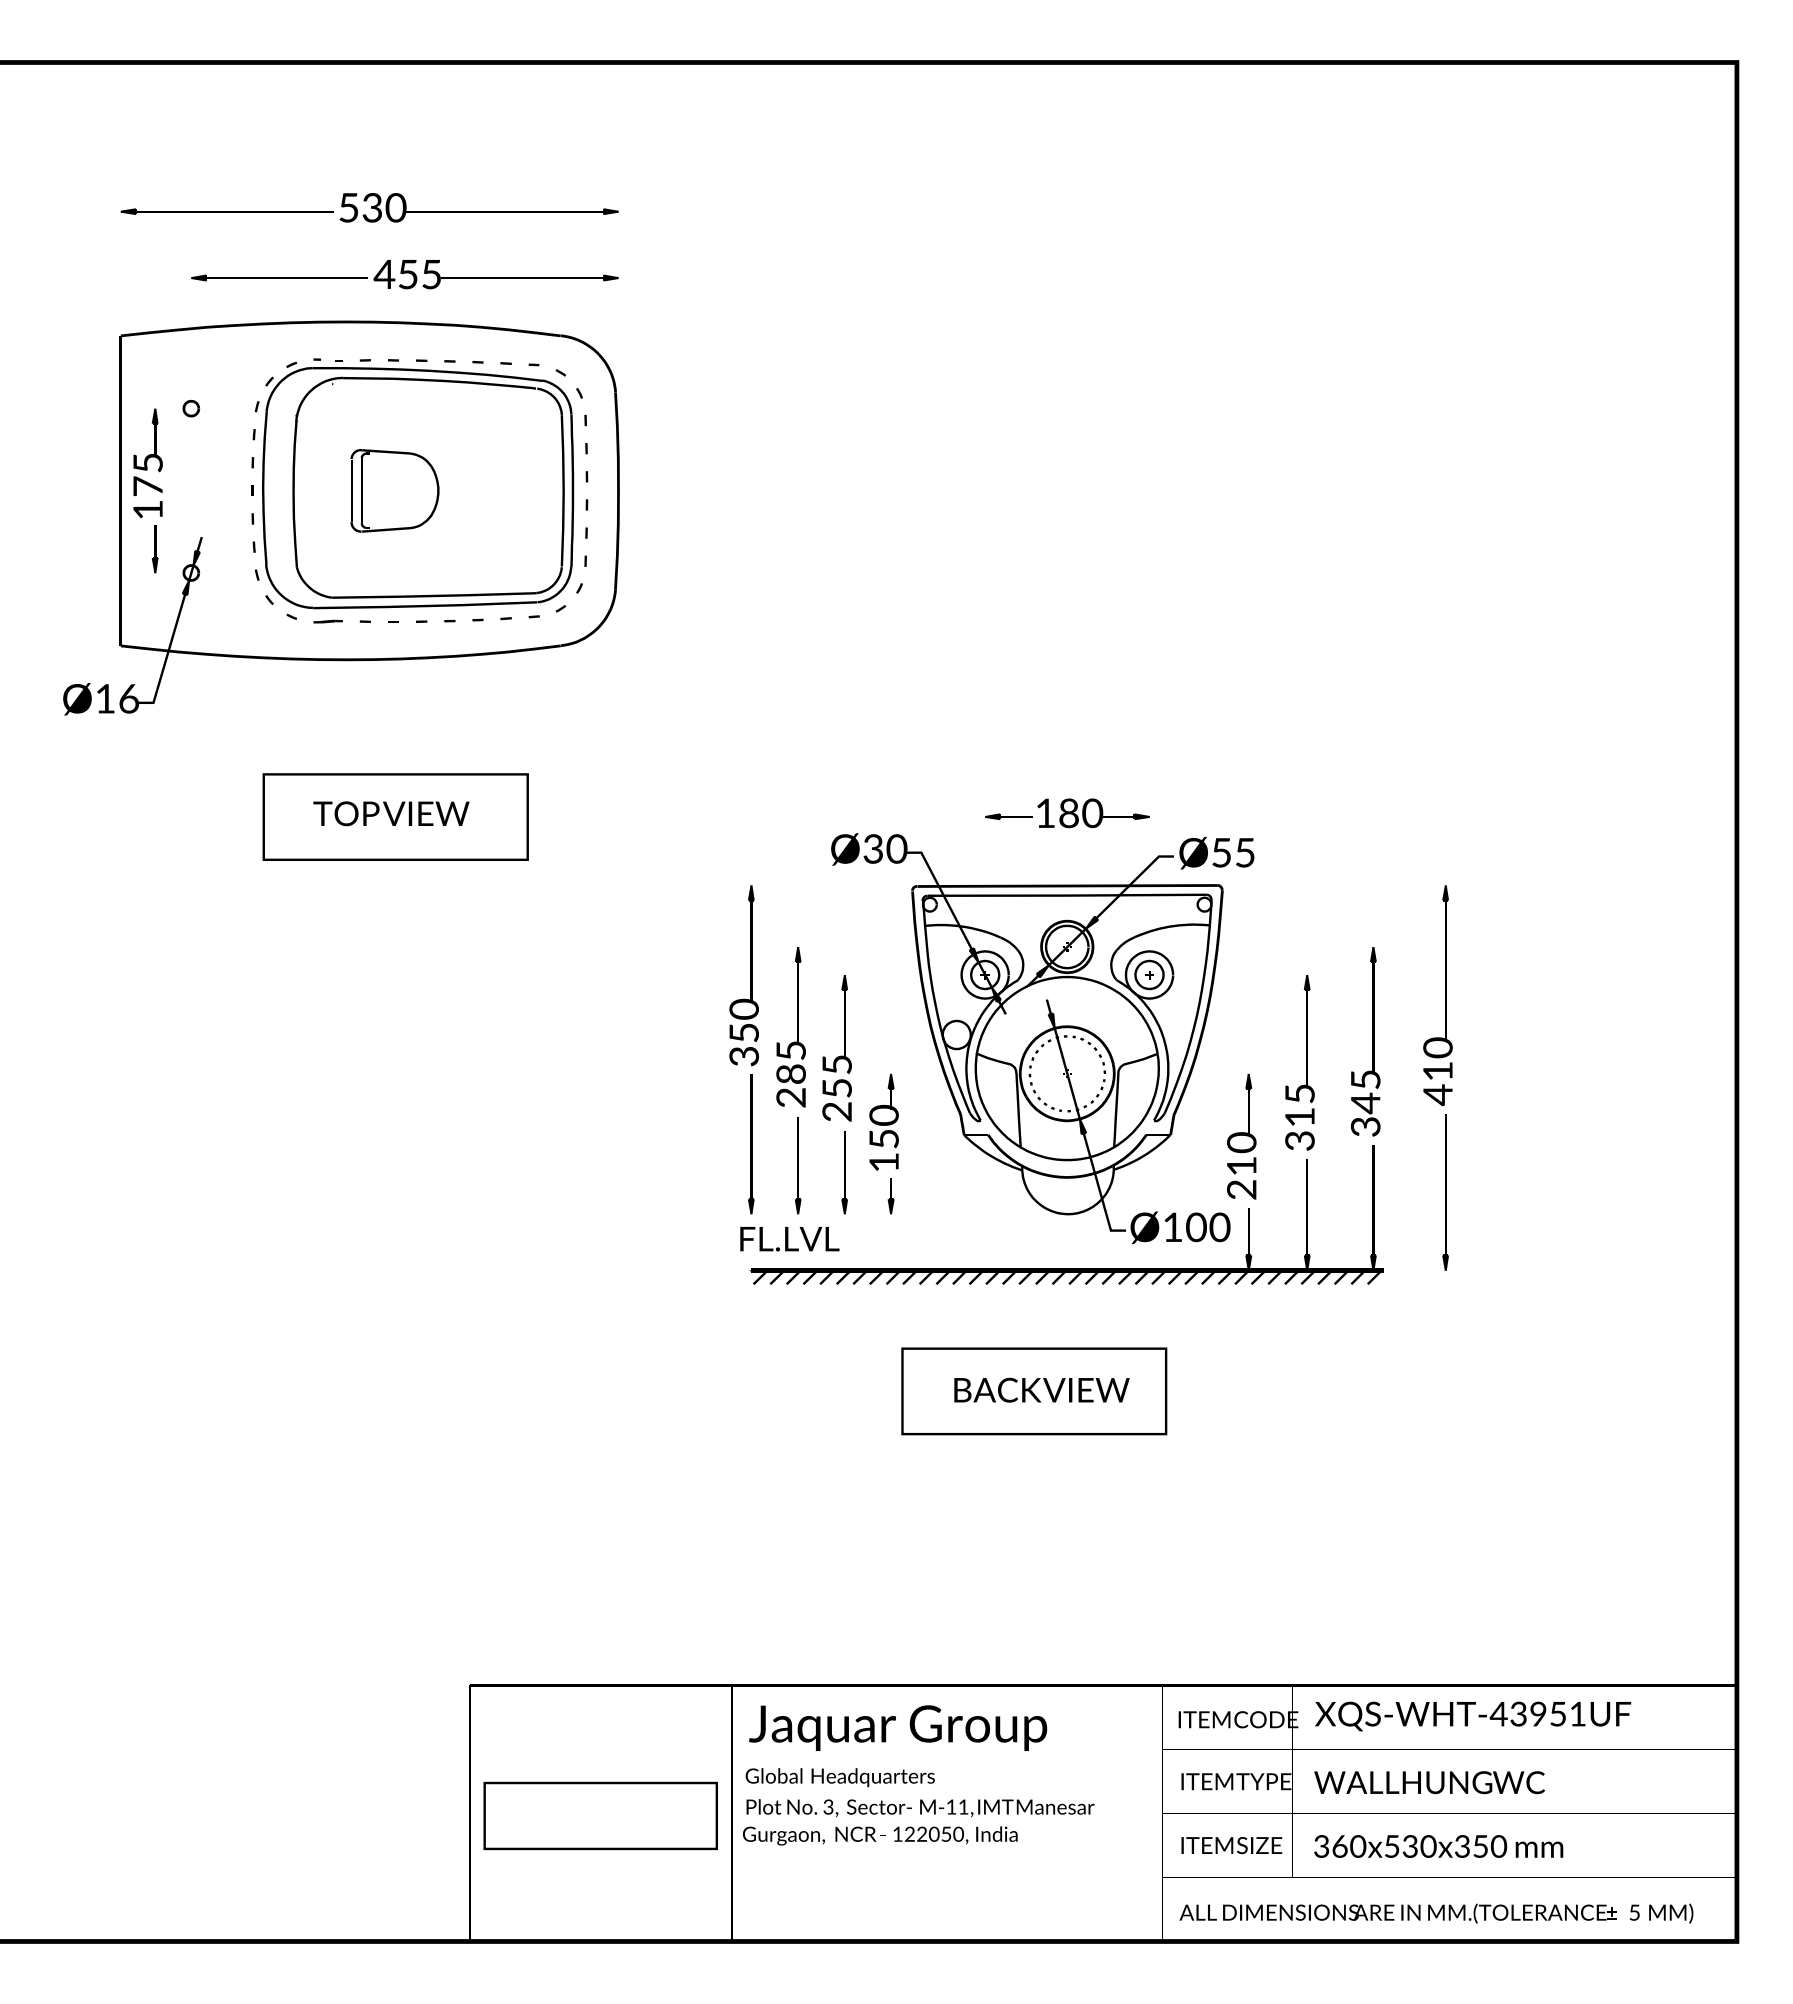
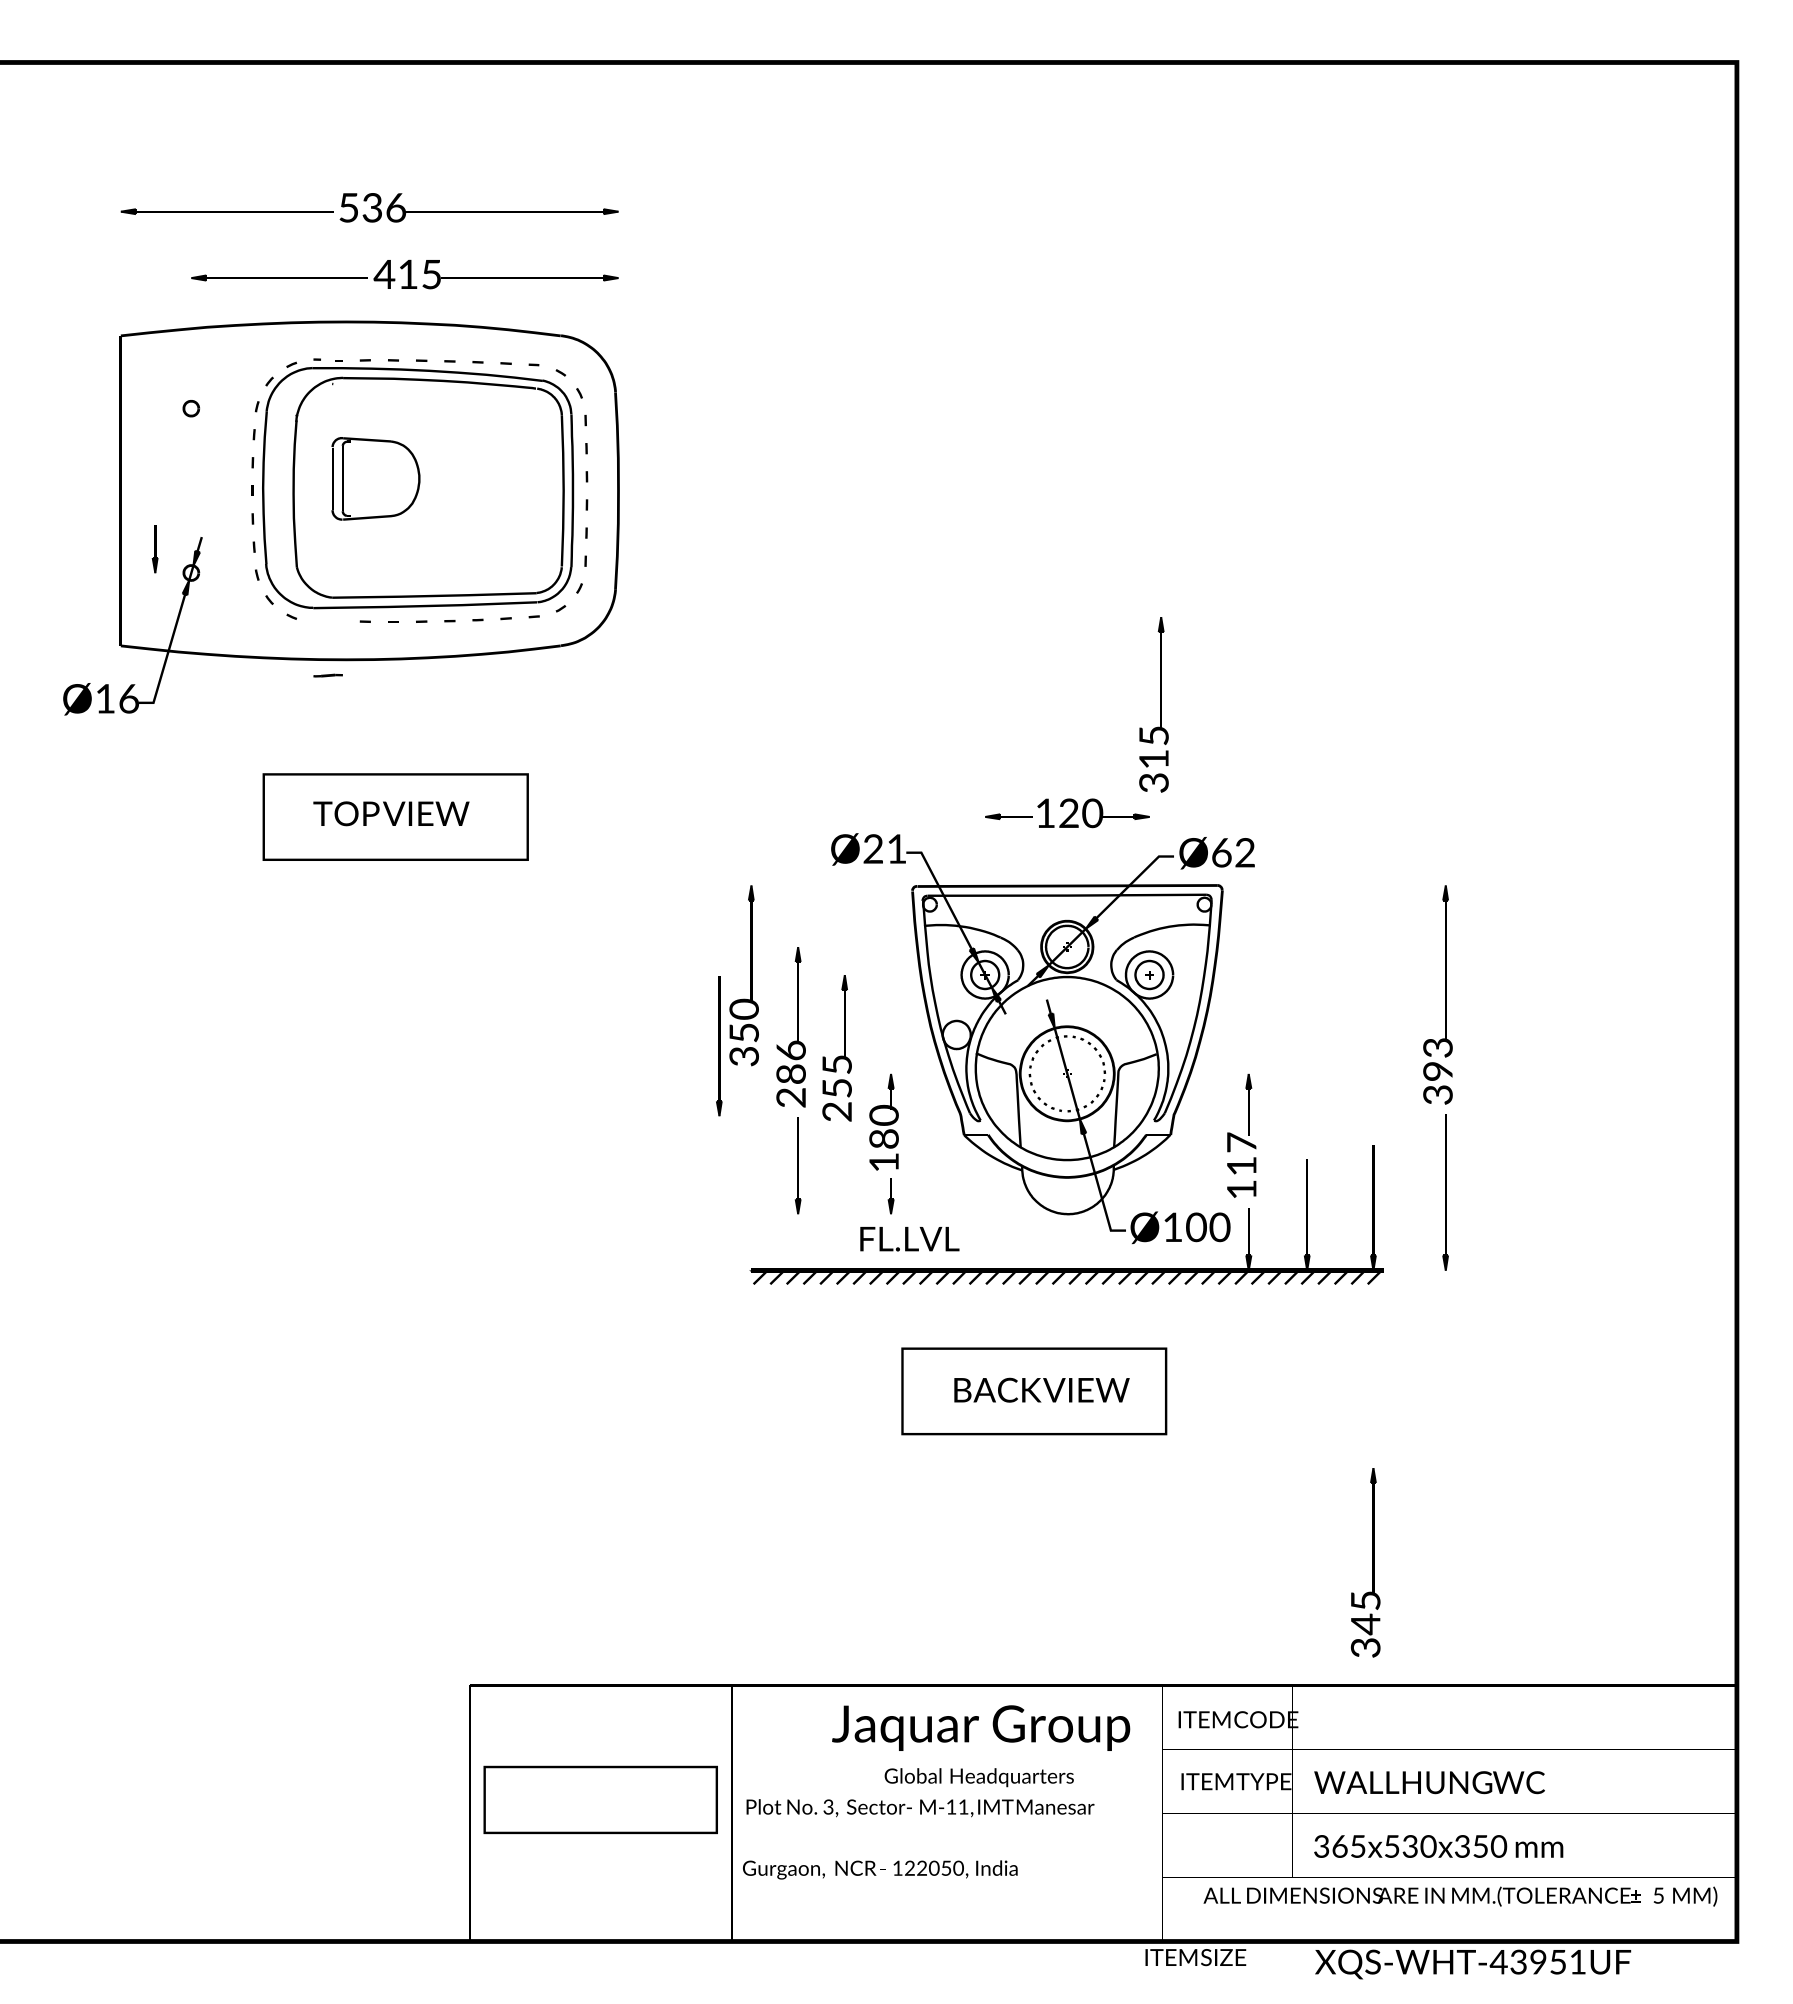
text at (395, 207): 530 -> 536
text at (408, 274): 455 -> 415
part at (147, 463): present -> none
part at (394, 490) position: (394, 490) -> (375, 478)
line at (327, 621) position: (327, 621) -> (327, 675)
text at (1068, 814): 180 -> 120
text at (885, 848): Ø30 -> Ø21
text at (1233, 852): Ø55 -> Ø62
part at (1372, 1041) position: (1372, 1041) -> (1372, 1562)
text at (790, 1050): 285 -> 286
part at (1306, 1062) position: (1306, 1062) -> (1160, 704)
text at (1437, 1071): 410 -> 393
text at (883, 1138): 150 -> 180
part at (751, 1144) position: (751, 1144) -> (719, 1046)
text at (1241, 1165): 210 -> 117
part at (844, 1172): present -> none
text at (789, 1239) position: (789, 1239) -> (909, 1239)
text at (1473, 1716) position: (1473, 1716) -> (1473, 1964)
text at (898, 1727) position: (898, 1727) -> (981, 1727)
text at (839, 1777) position: (839, 1777) -> (978, 1777)
part at (600, 1815) position: (600, 1815) -> (600, 1799)
text at (880, 1835) position: (880, 1835) -> (880, 1869)
text at (1231, 1845) position: (1231, 1845) -> (1195, 1957)
text at (1358, 1846): 360x530x350 -> 365x530x350
text at (1436, 1913) position: (1436, 1913) -> (1460, 1896)
